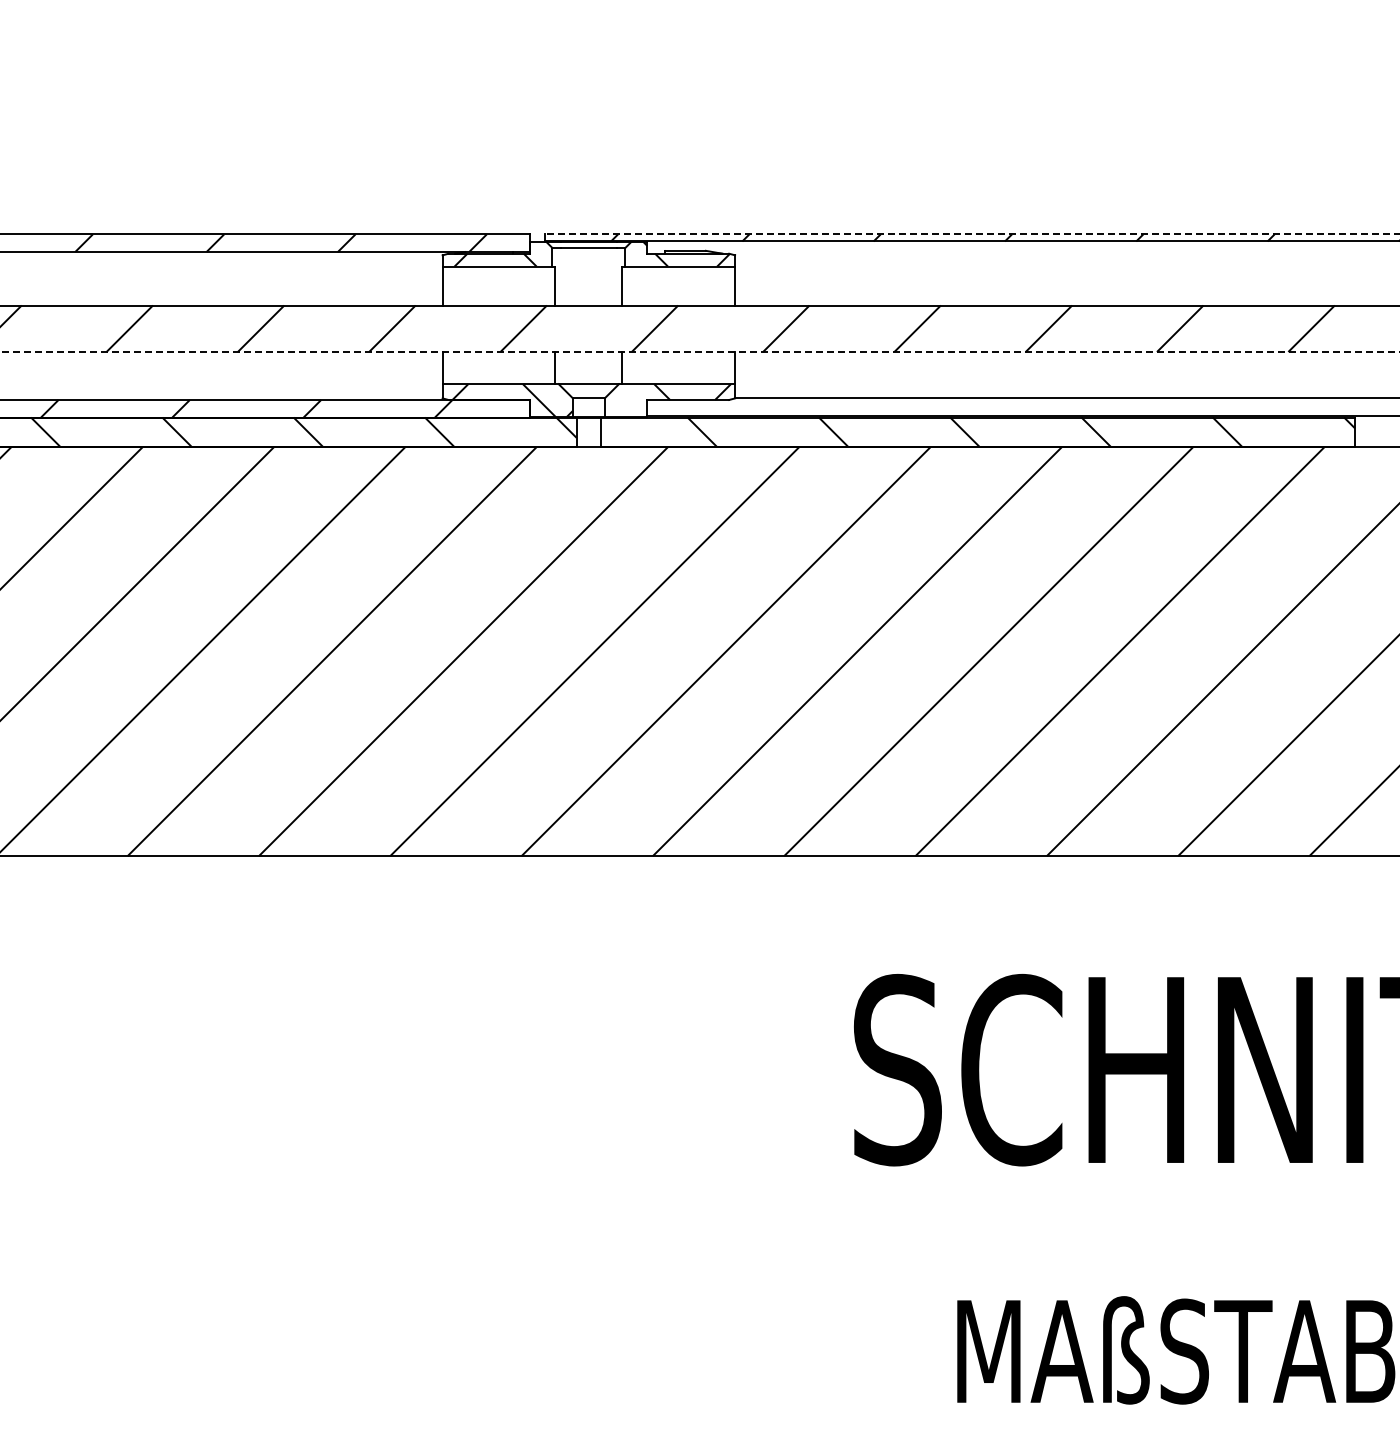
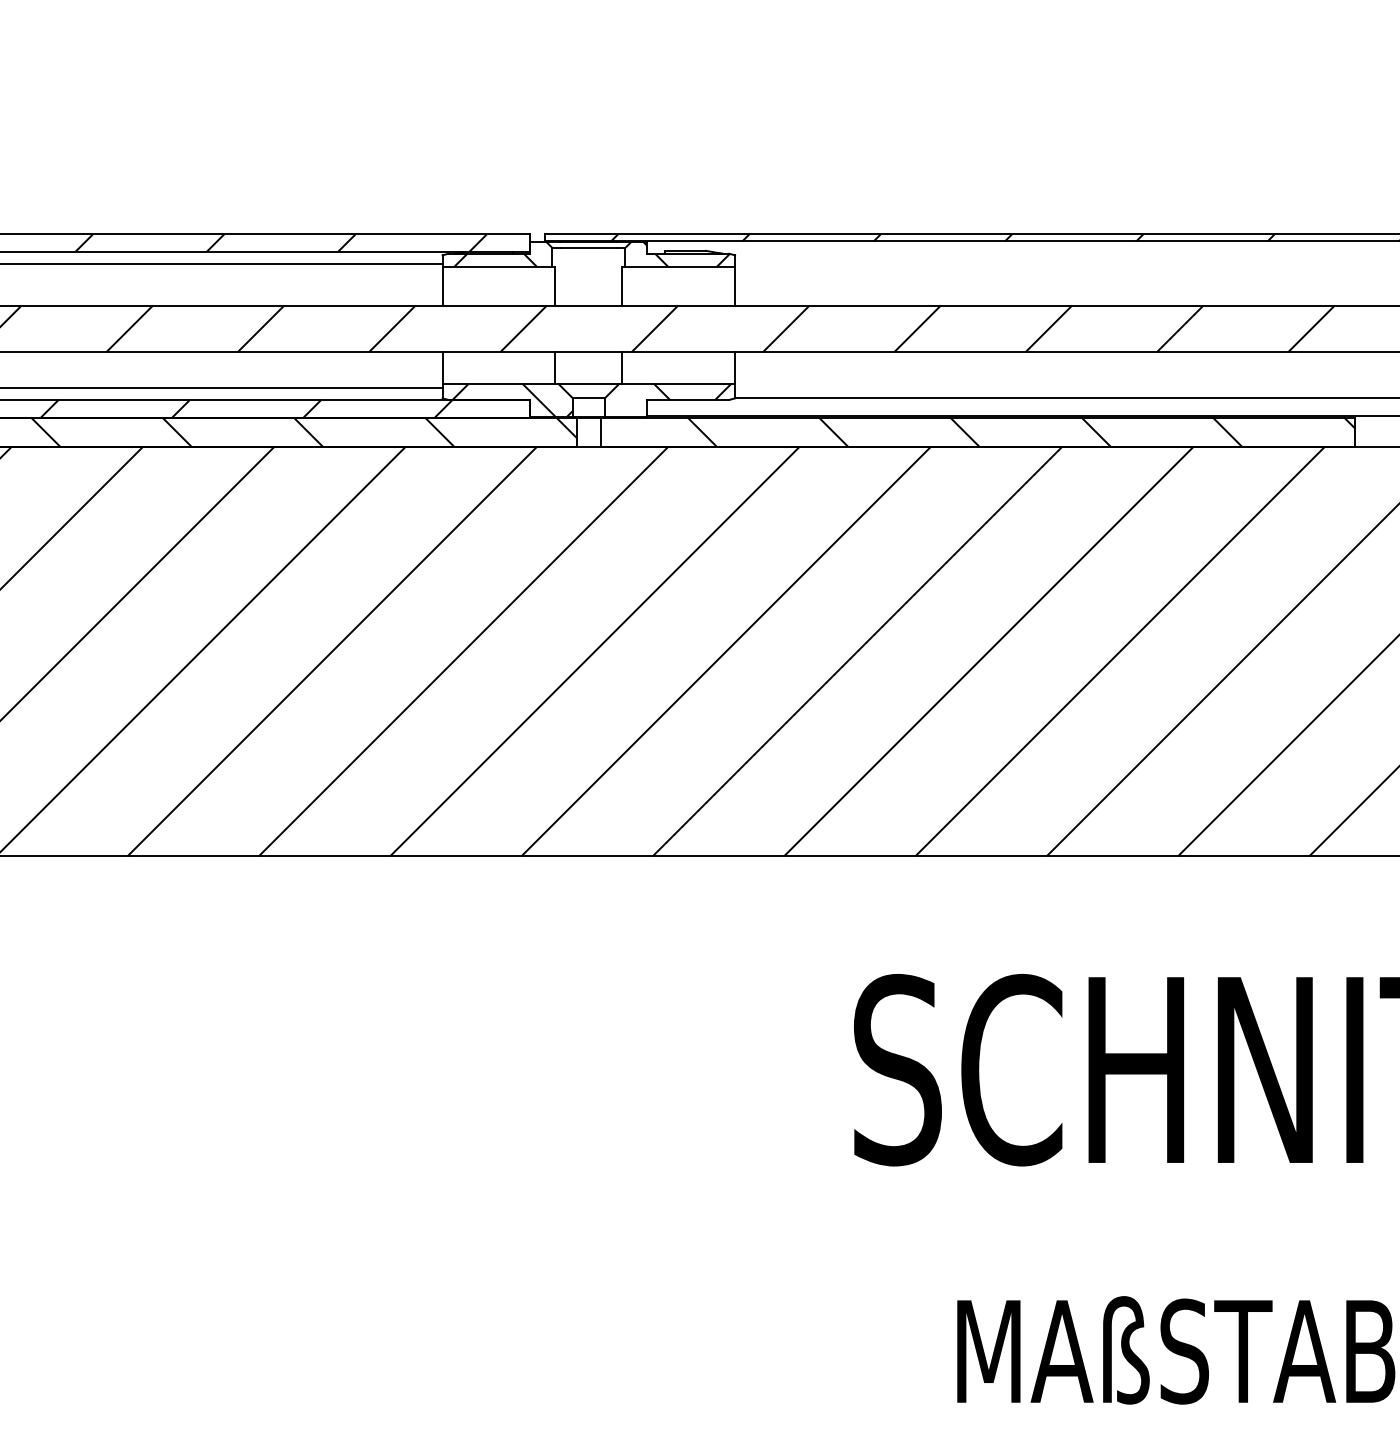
line at (971, 234): dashed -> solid
line at (222, 263): none -> present
line at (700, 352): dashed -> solid
line at (222, 388): none -> present
